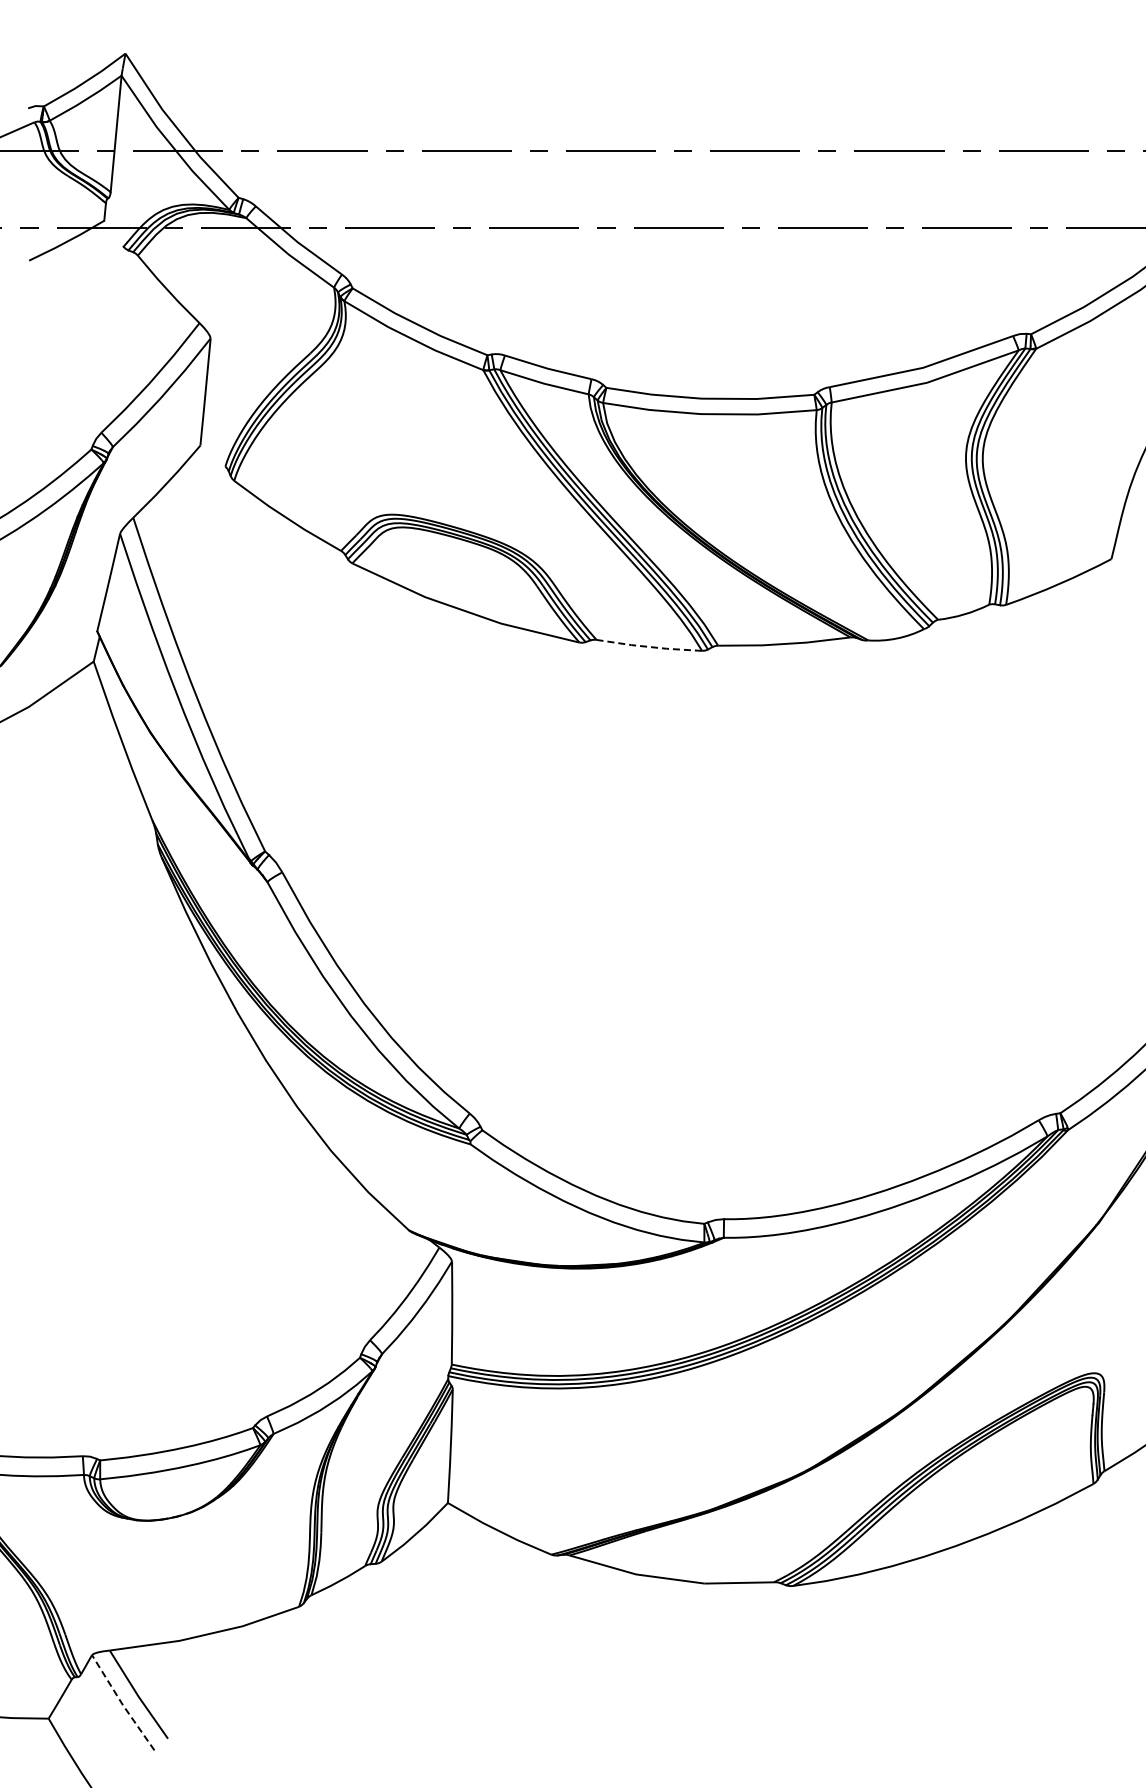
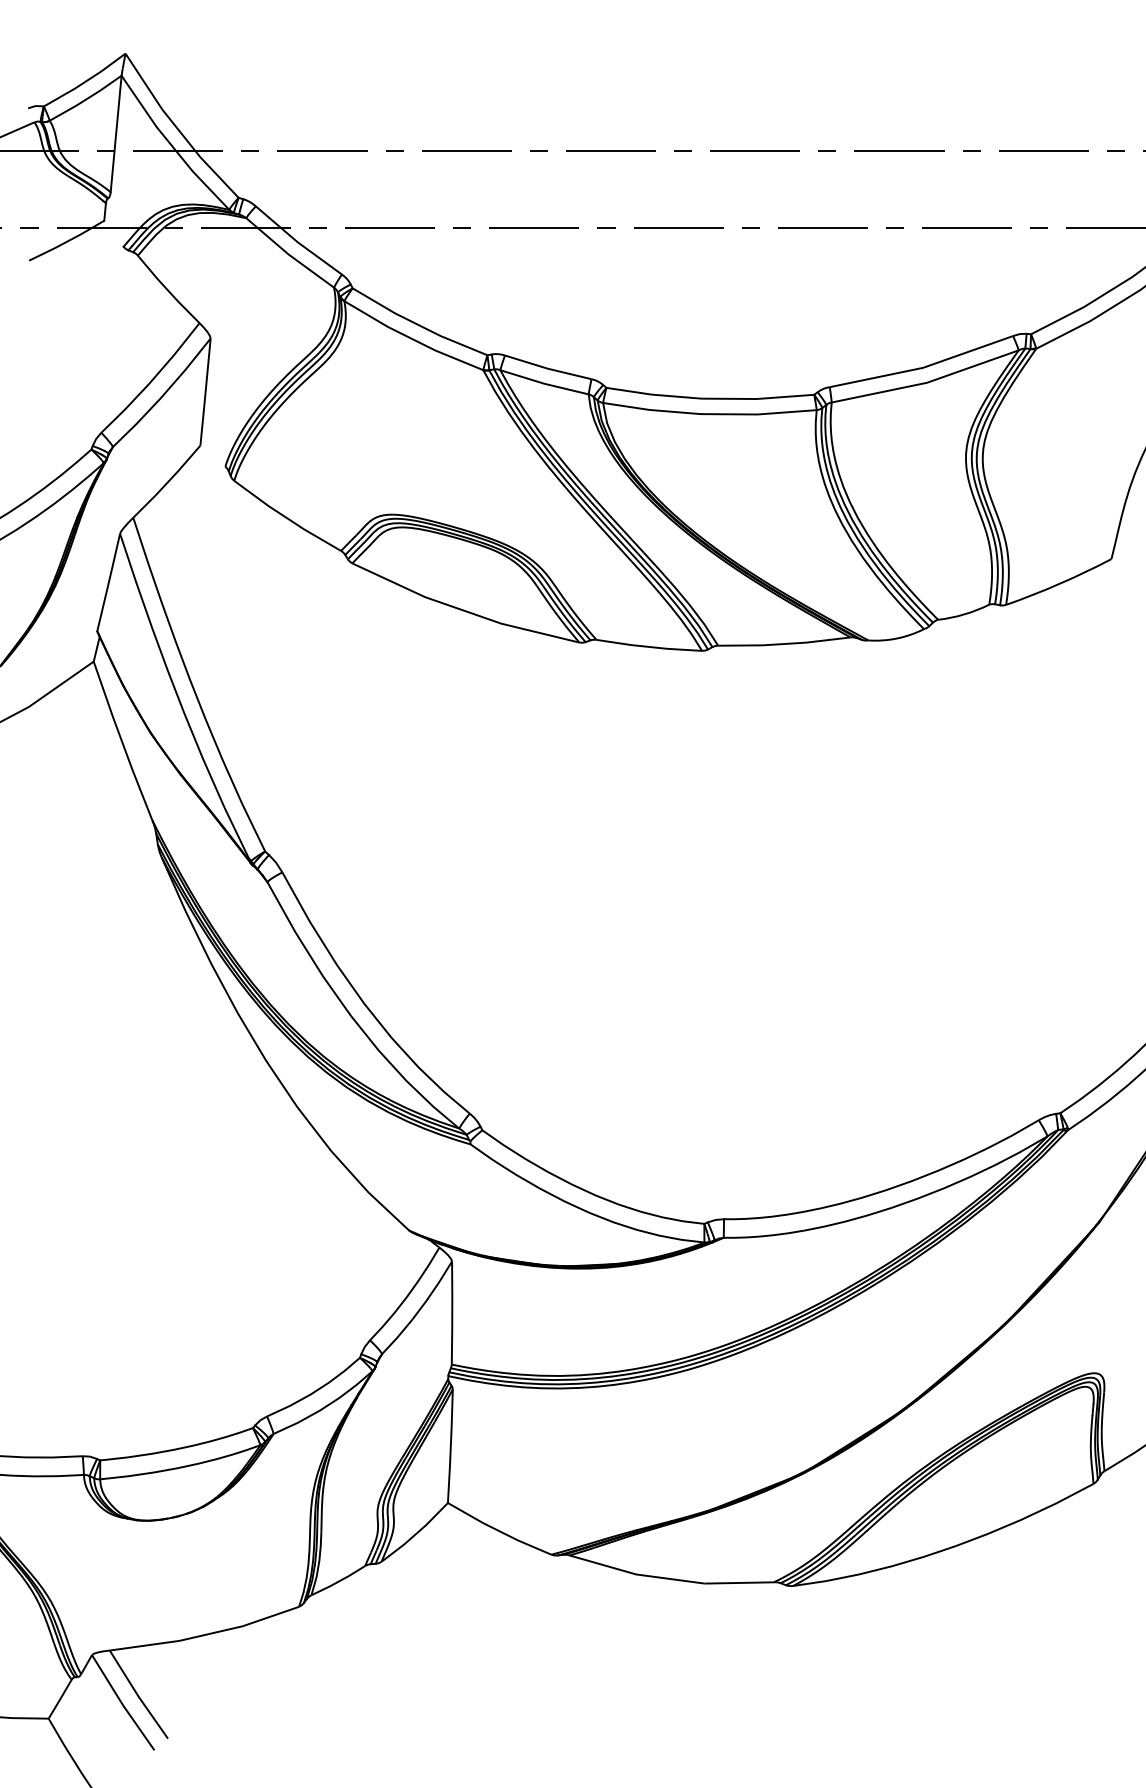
line at (649, 646): dashed -> solid
line at (122, 1704): dashed -> solid
